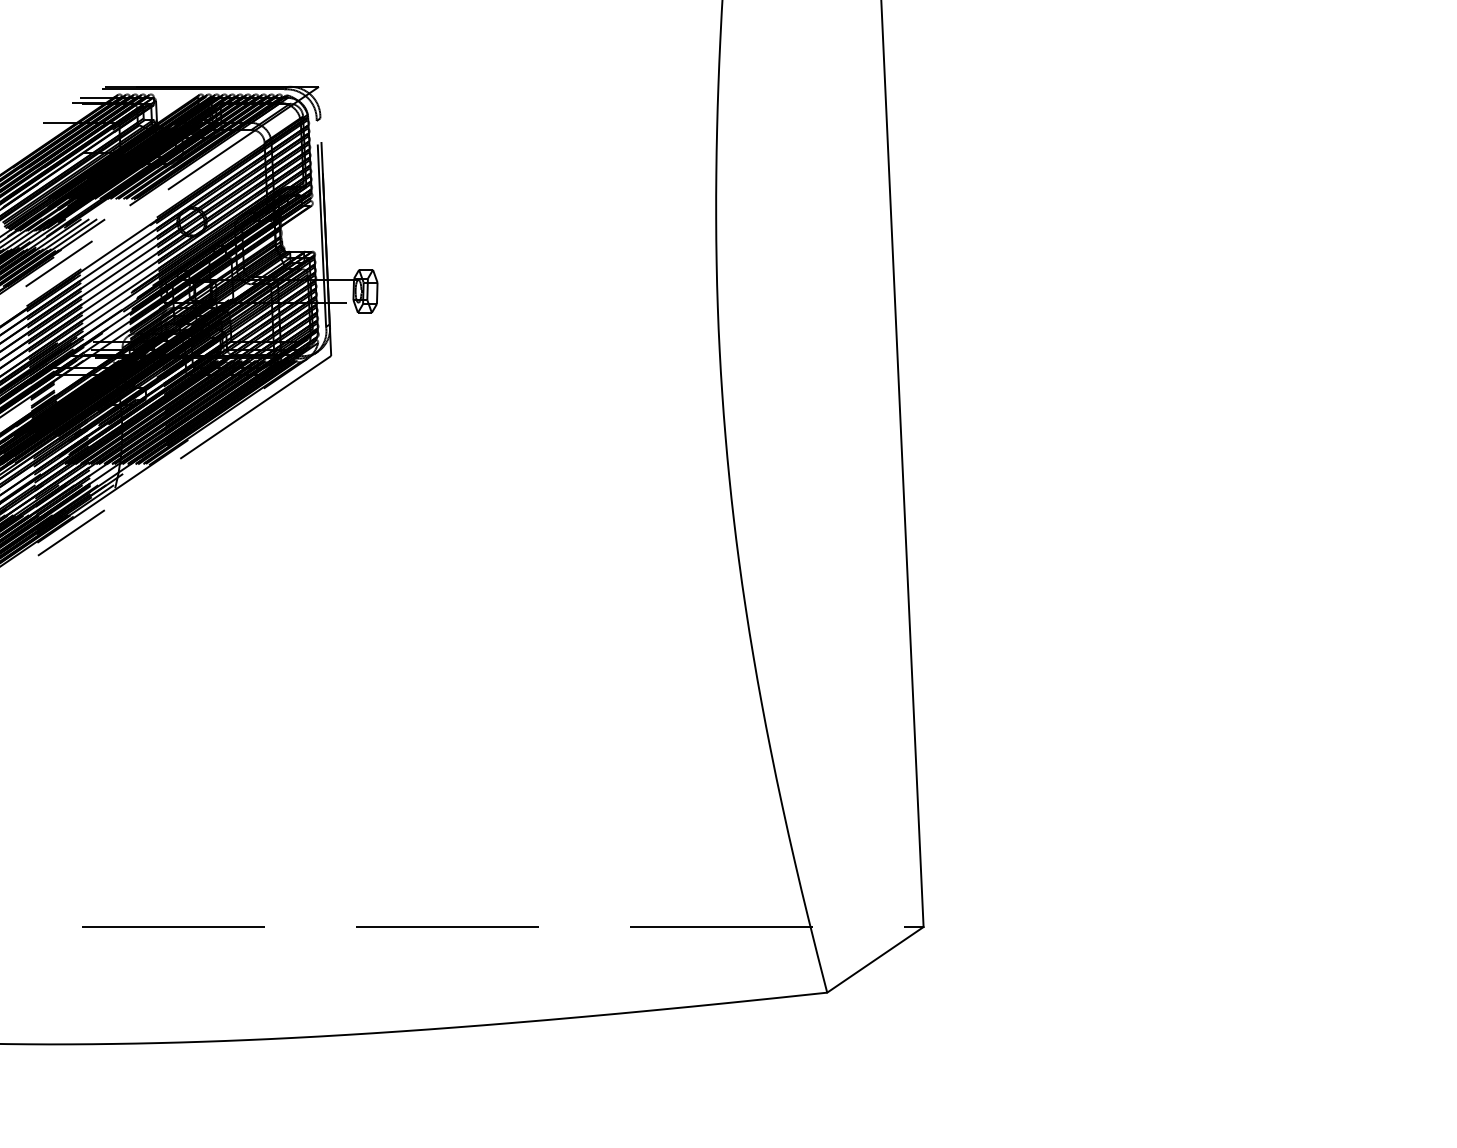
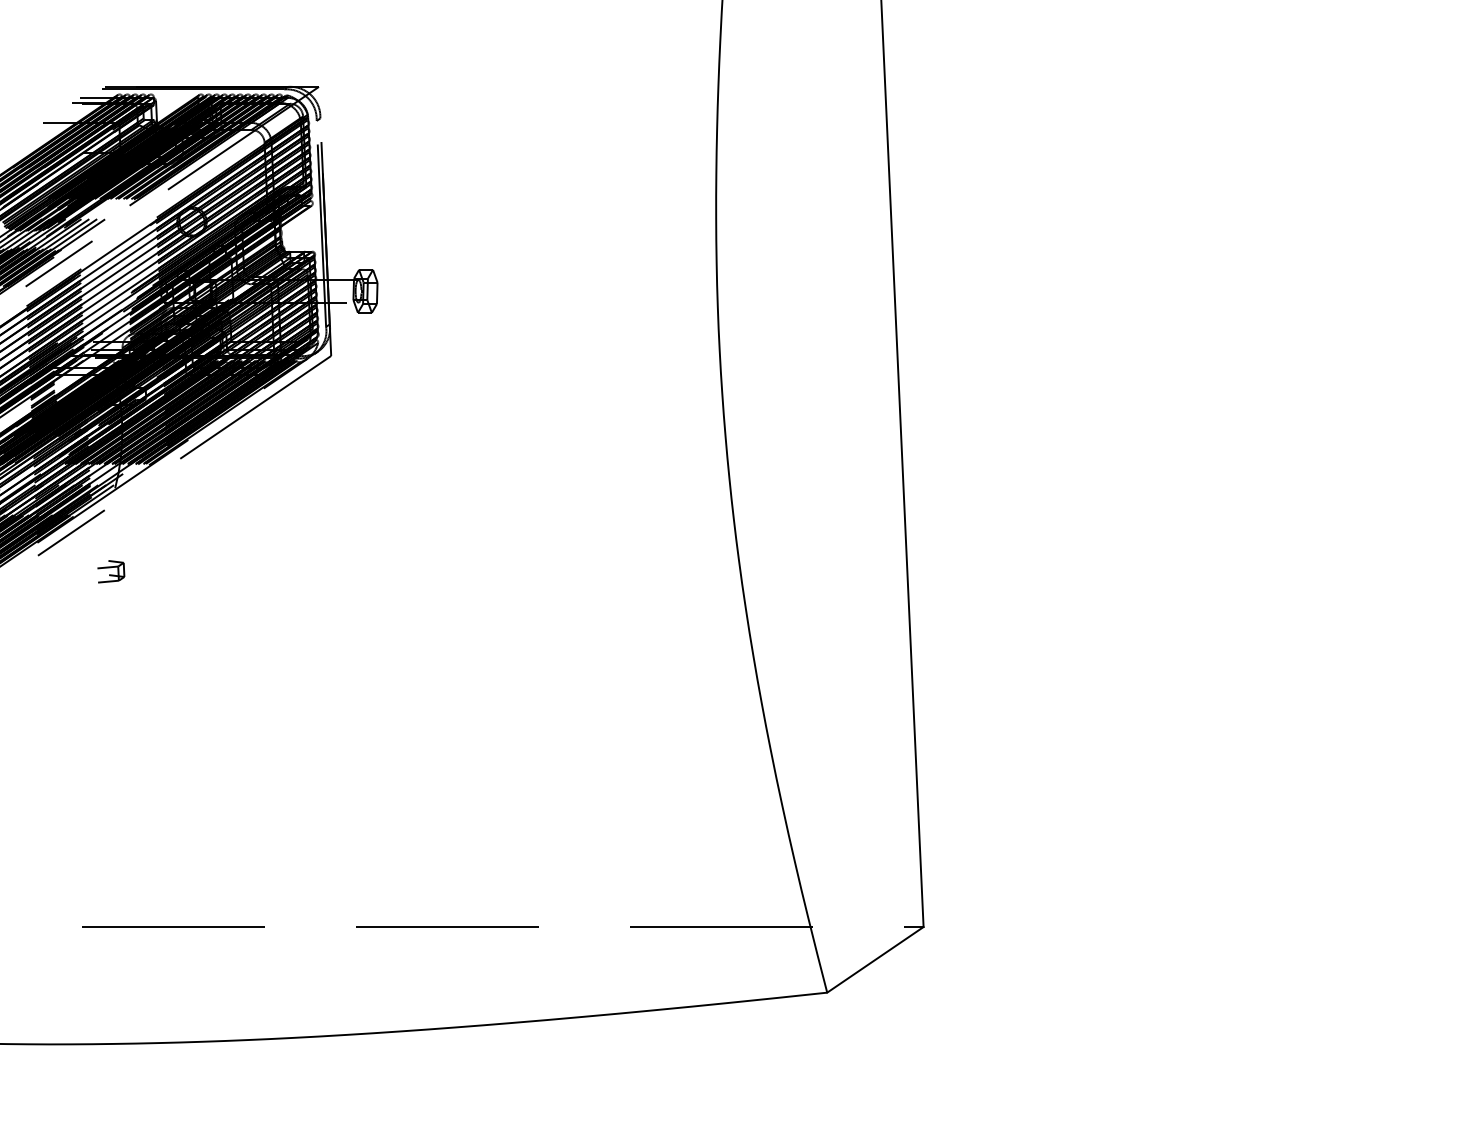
part at (111, 571): none -> present
